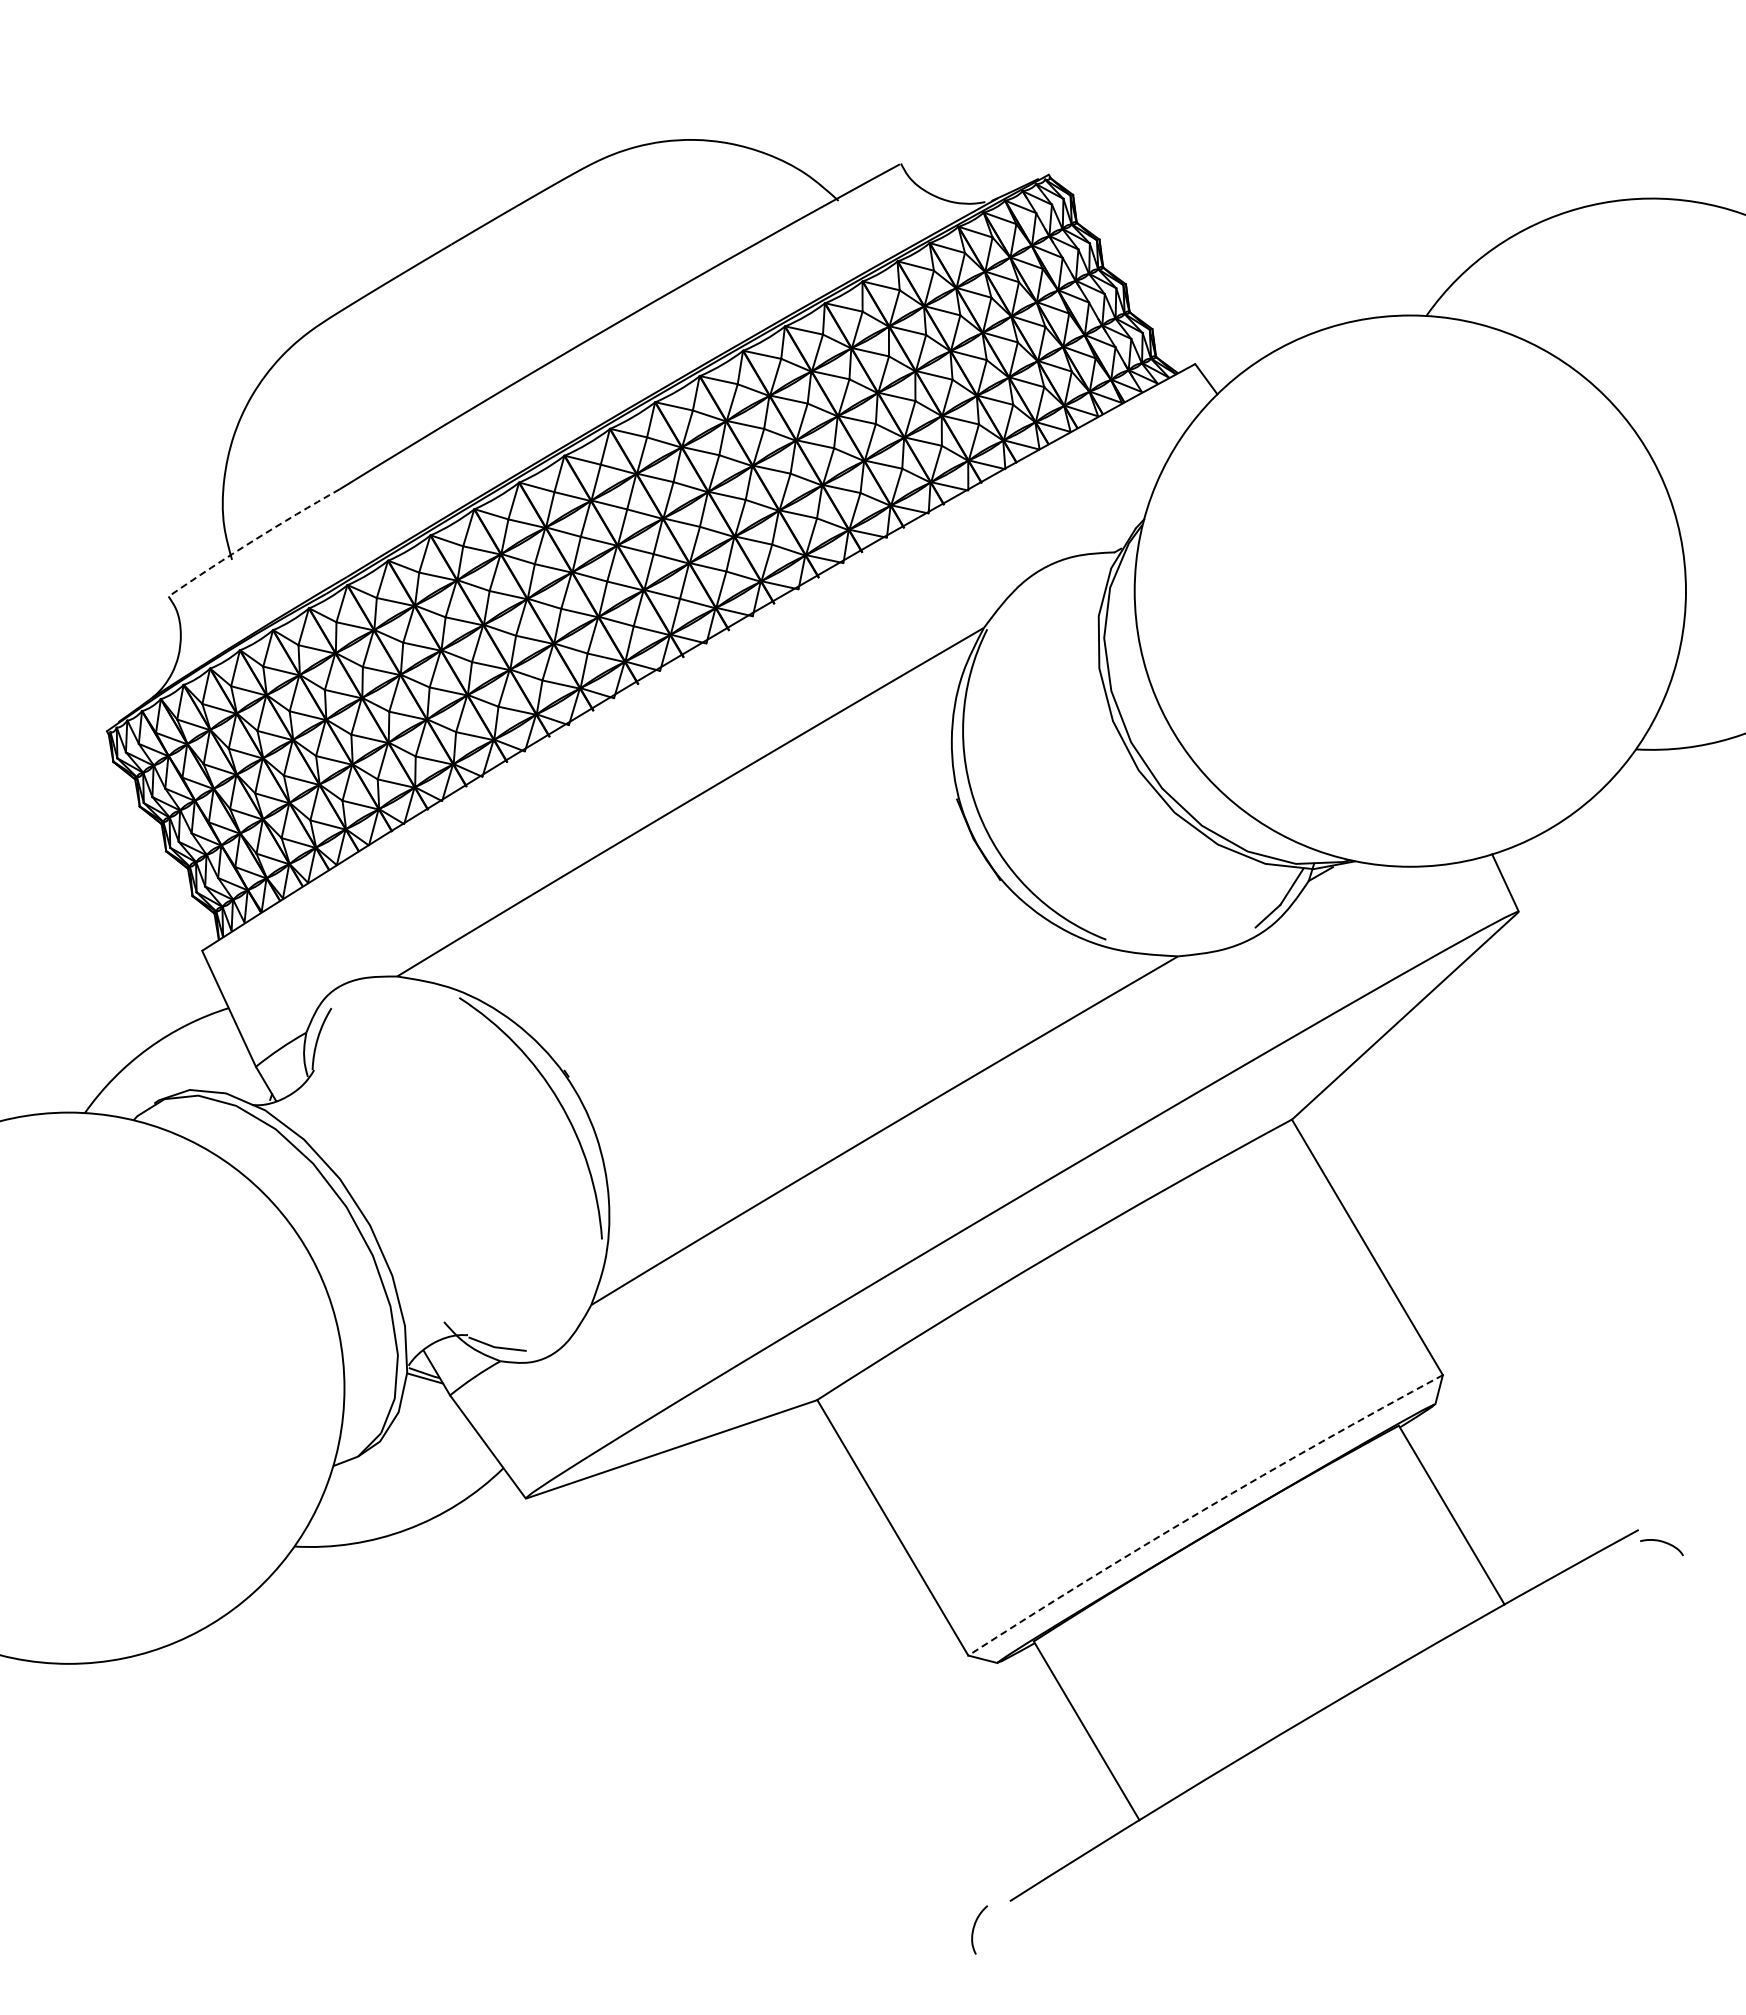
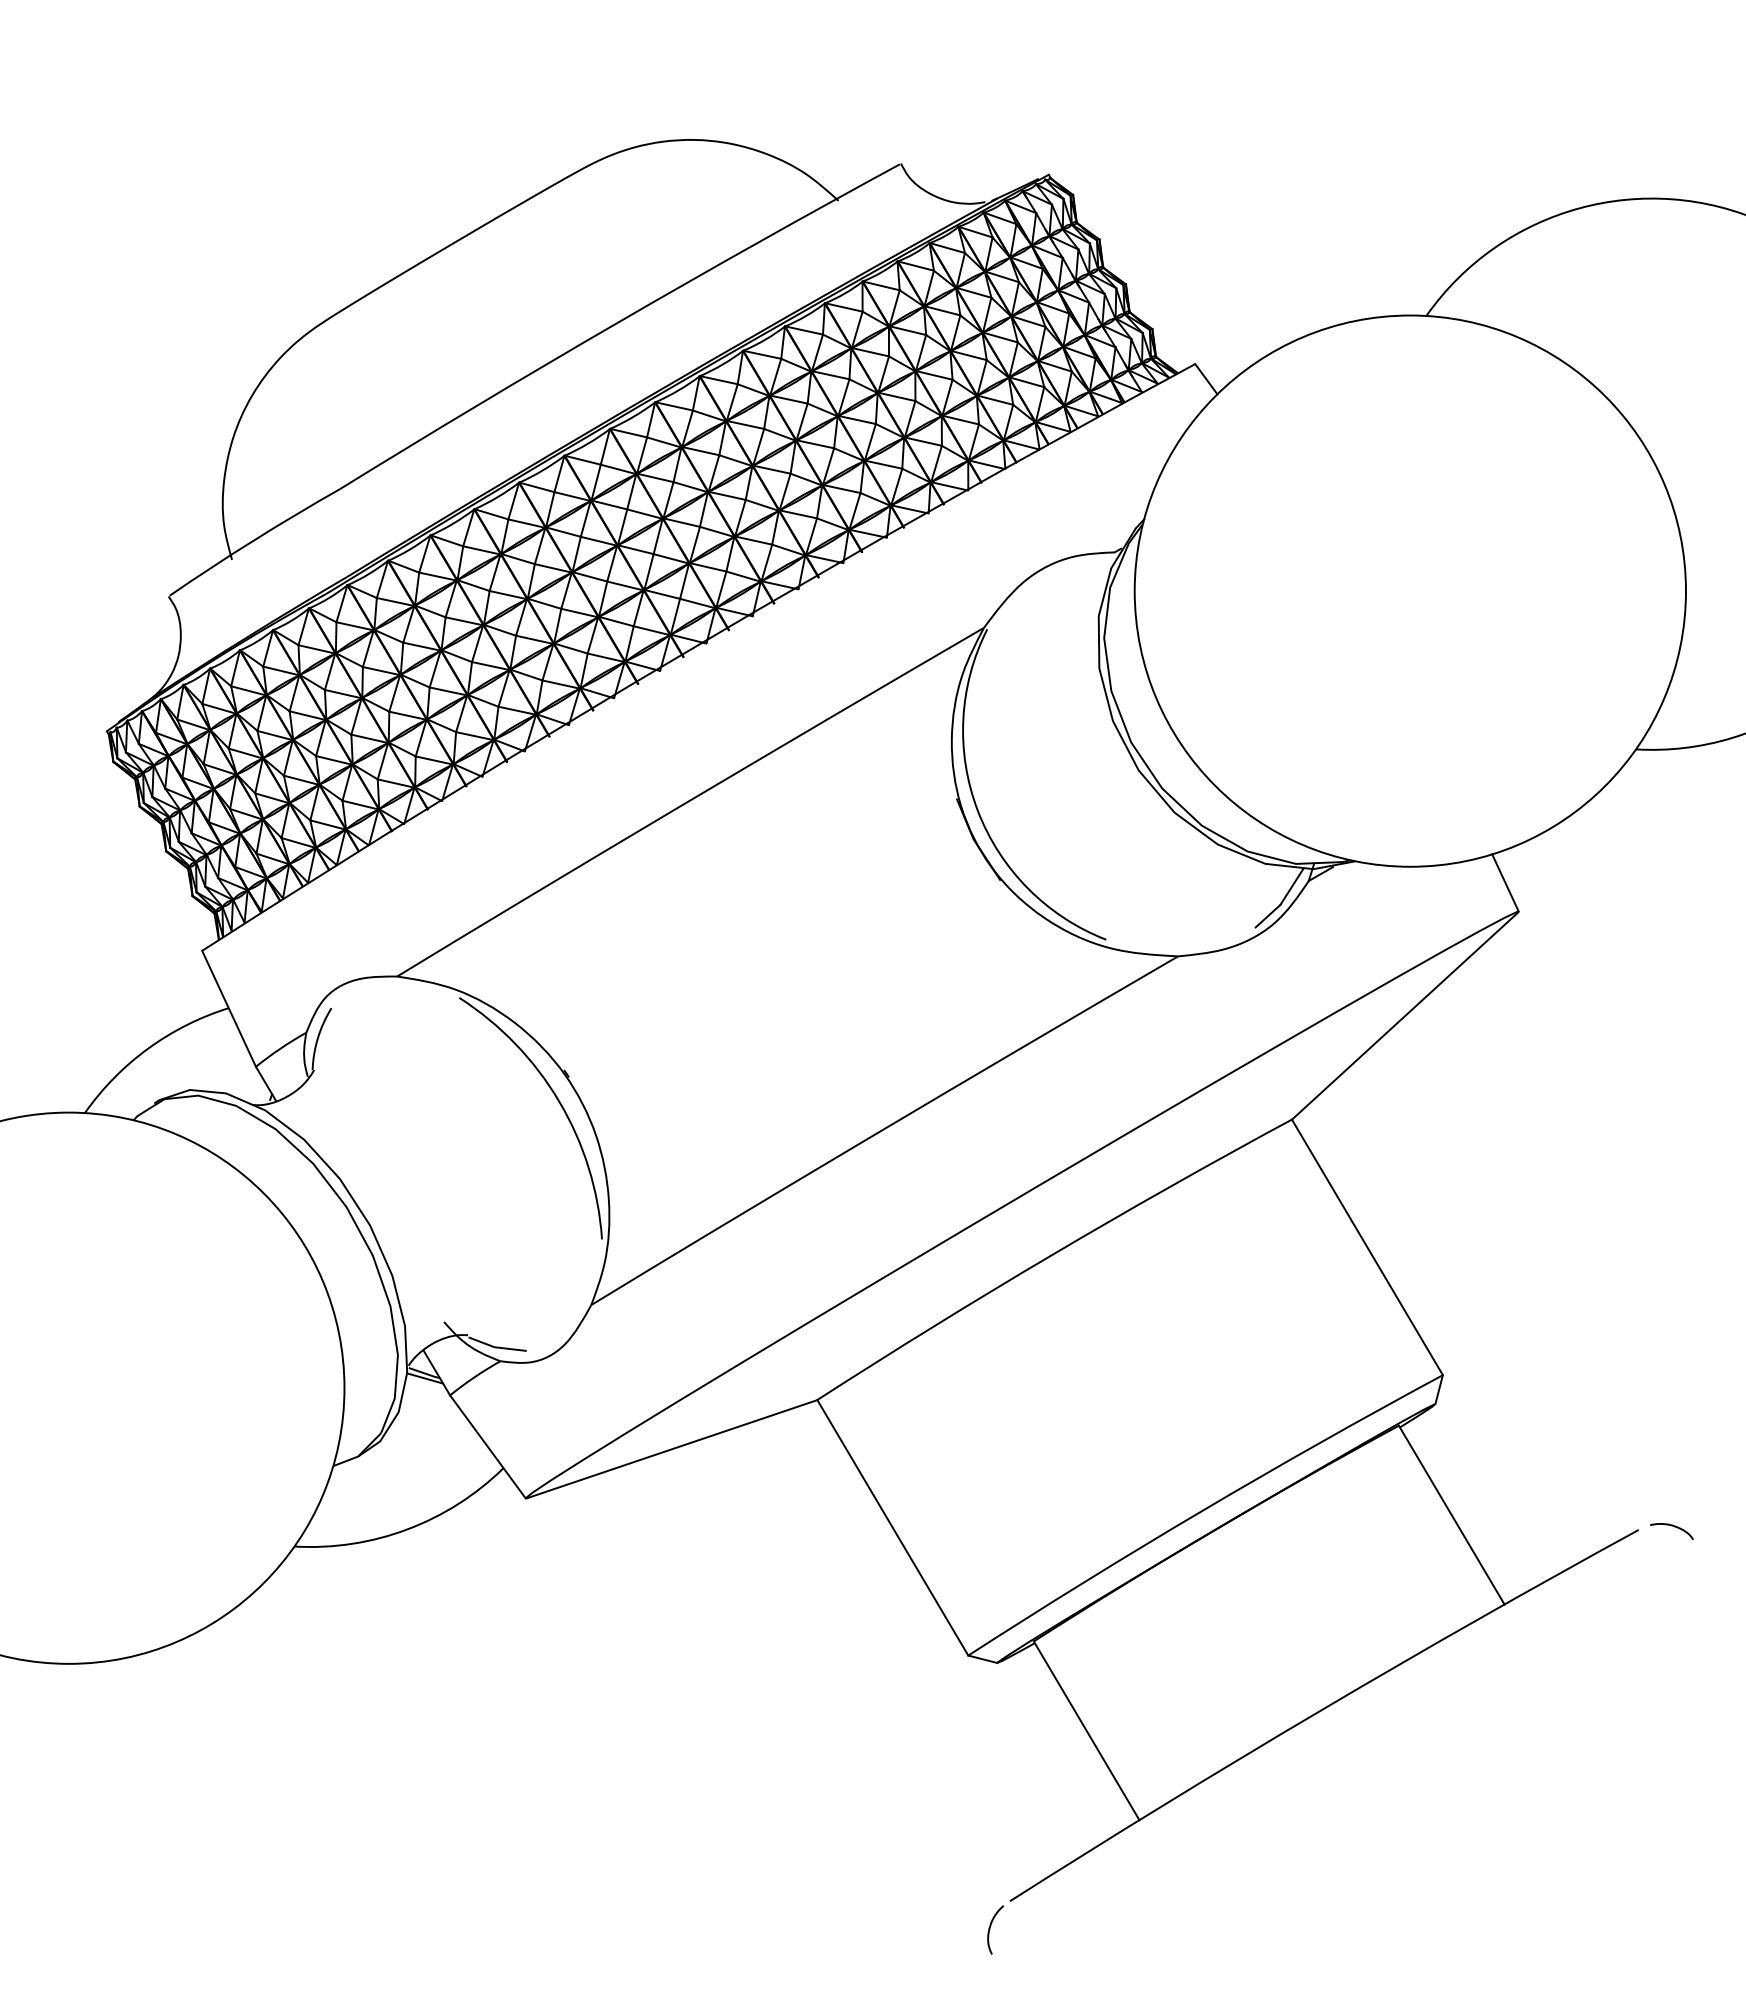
arc at (253, 540): dashed -> solid
arc at (1202, 1510): dashed -> solid
curve at (1661, 1542) position: (1661, 1542) -> (1671, 1526)
curve at (975, 1926) position: (975, 1926) -> (991, 1926)
